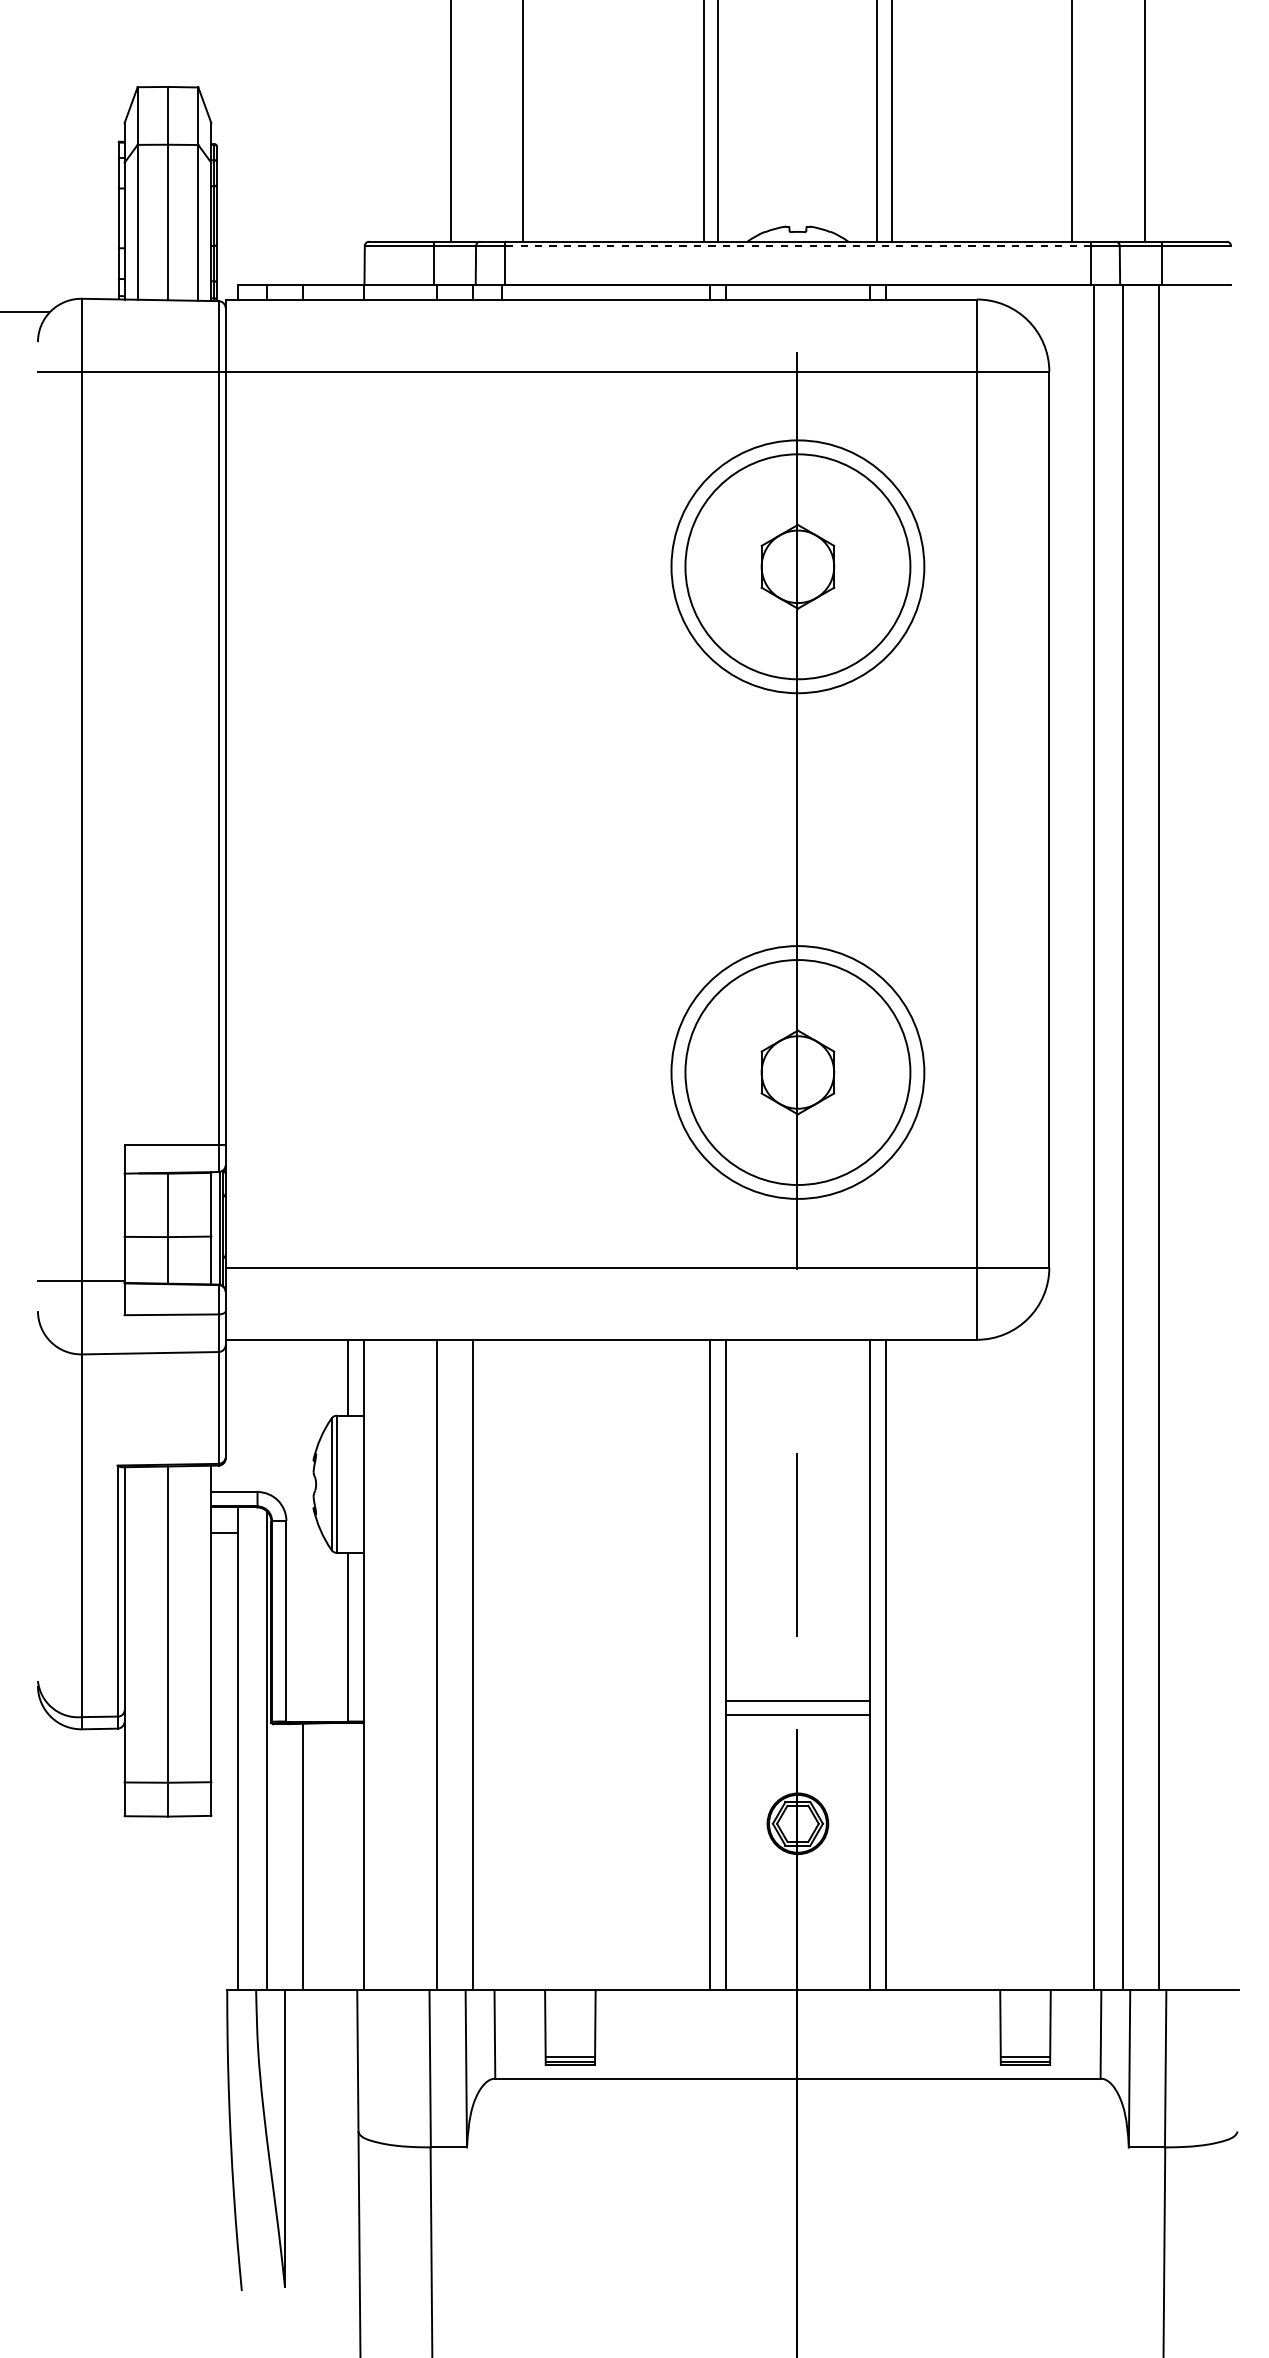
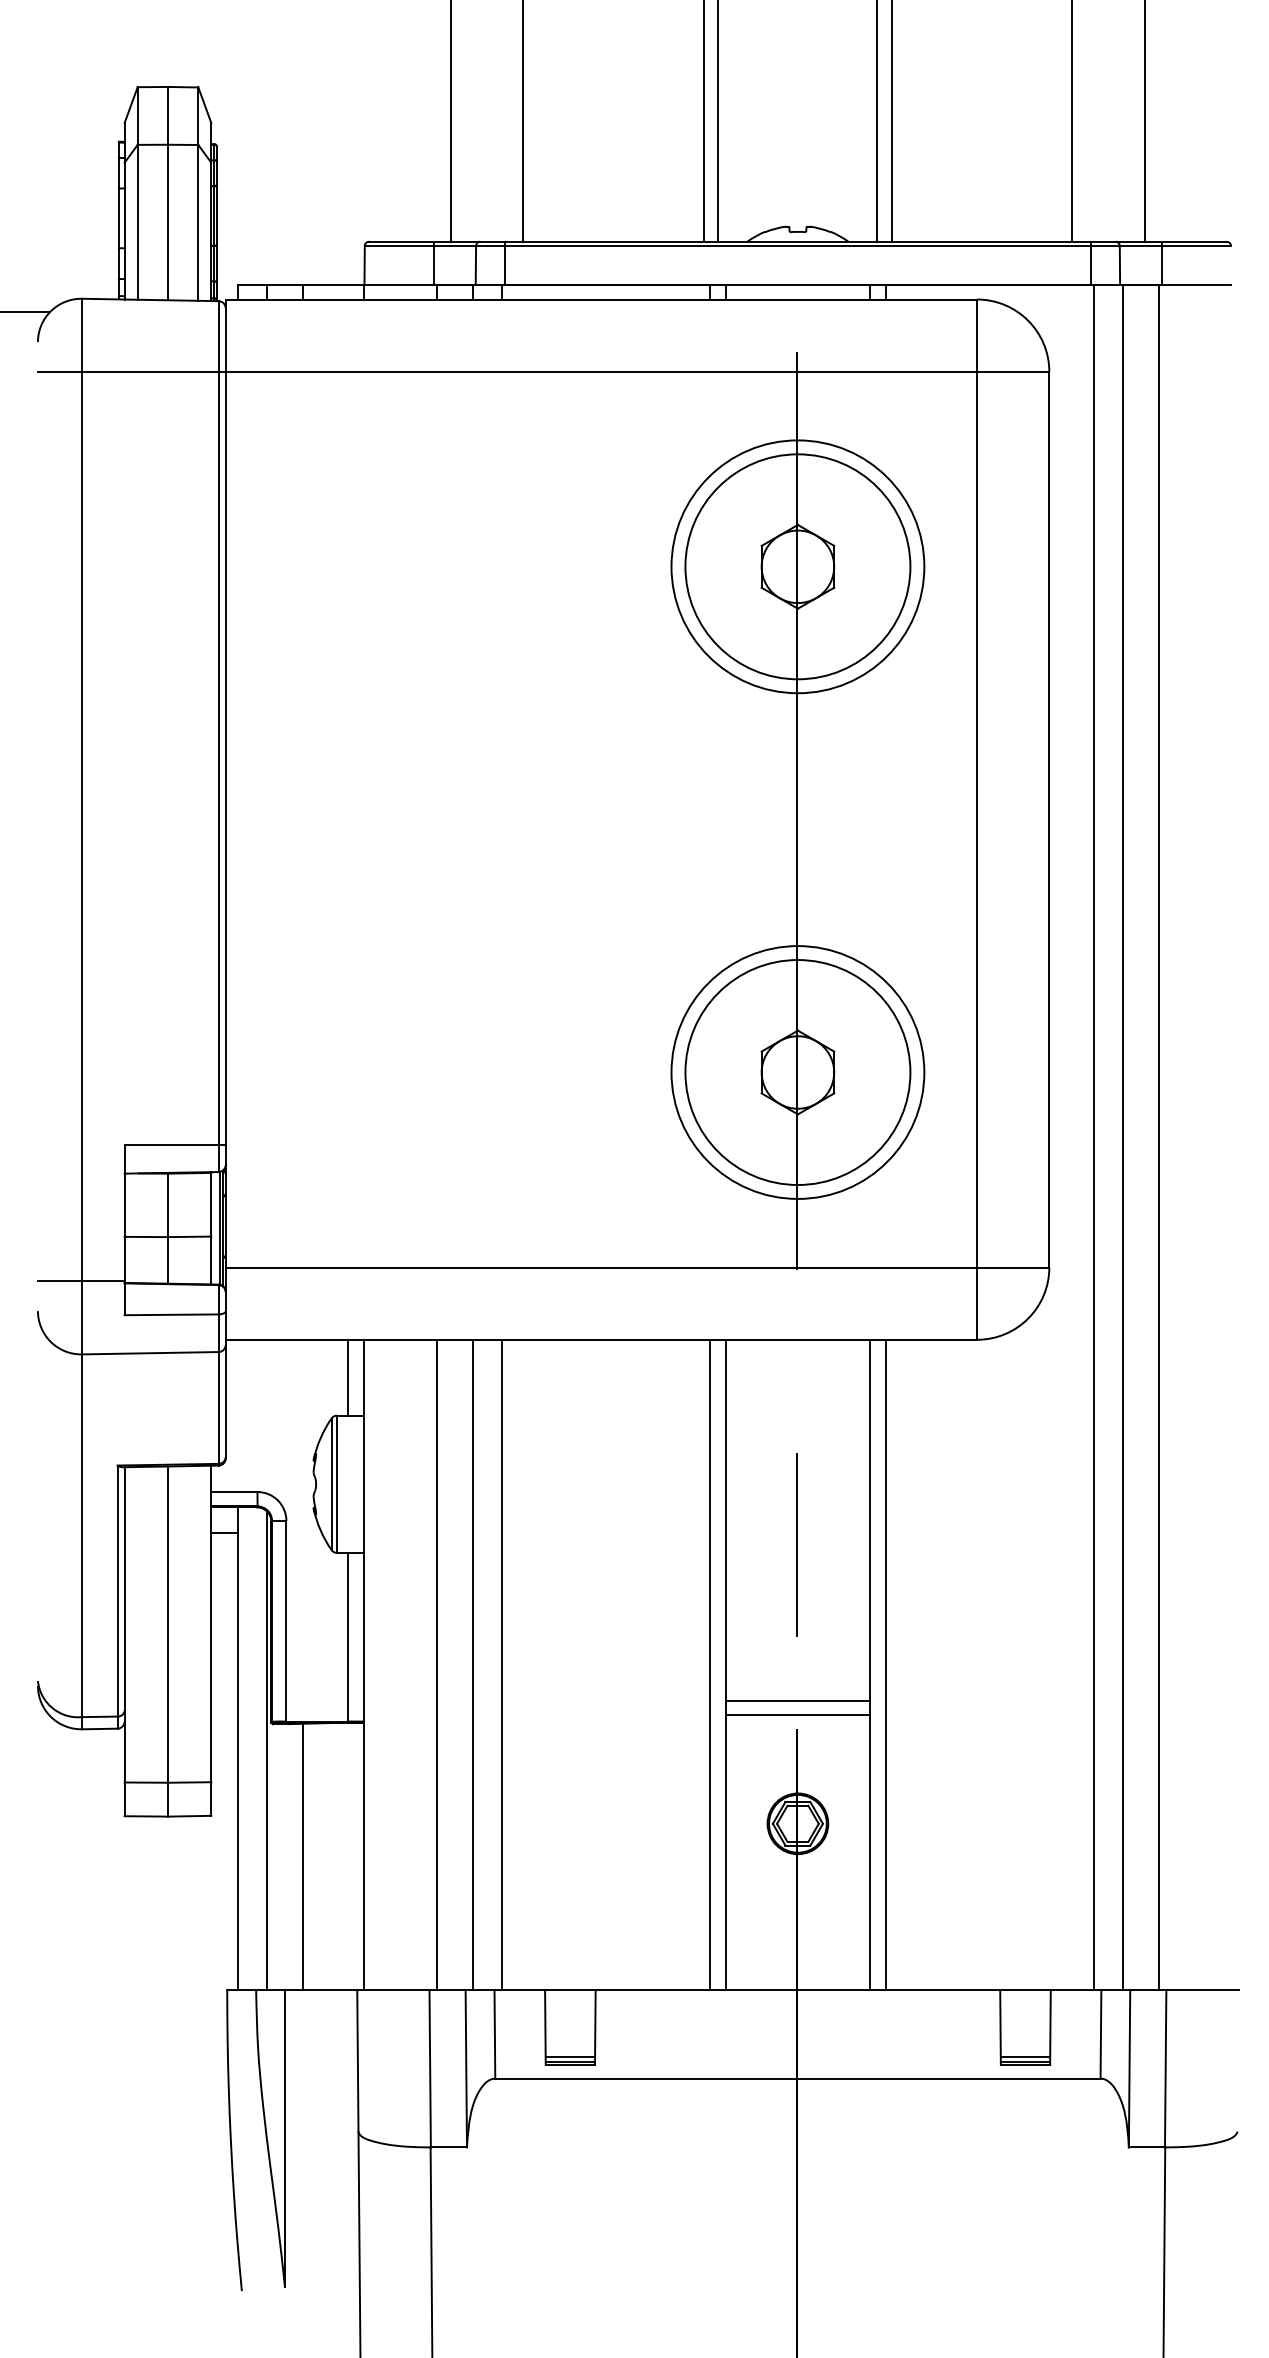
line at (797, 246): dashed -> solid
line at (501, 1664): none -> present
